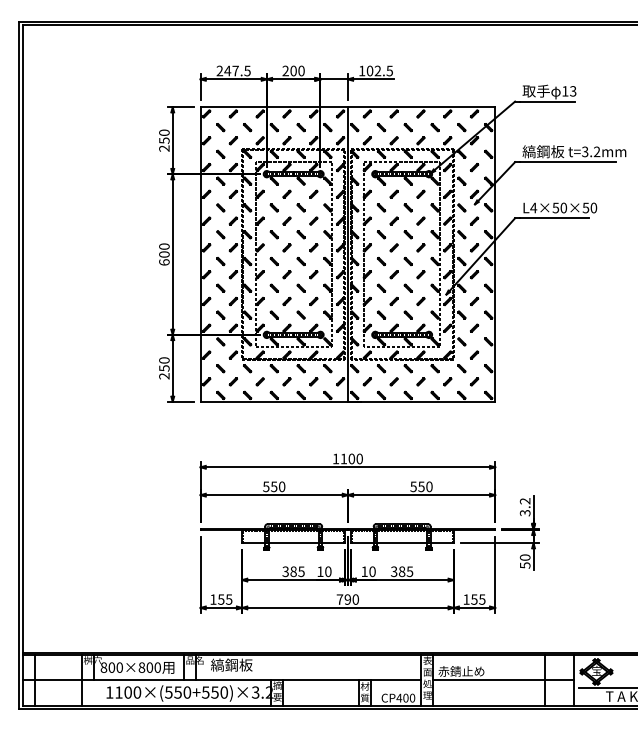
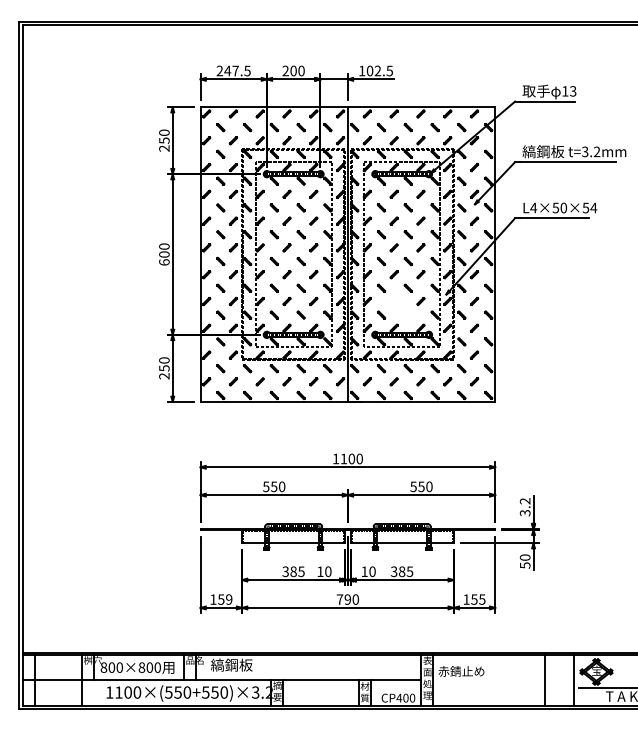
text at (593, 207): L4×50×50 -> L4×50×54
part at (400, 308): present -> none
text at (228, 599): 155 -> 159
line at (503, 680): present -> none
